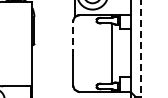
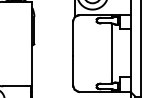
line at (73, 37): dashed -> solid
line at (141, 49): dashed -> solid
